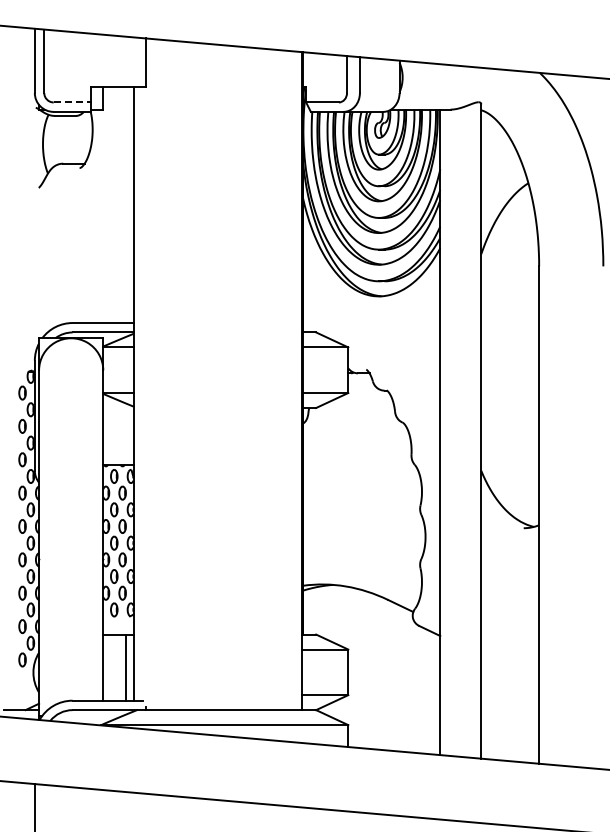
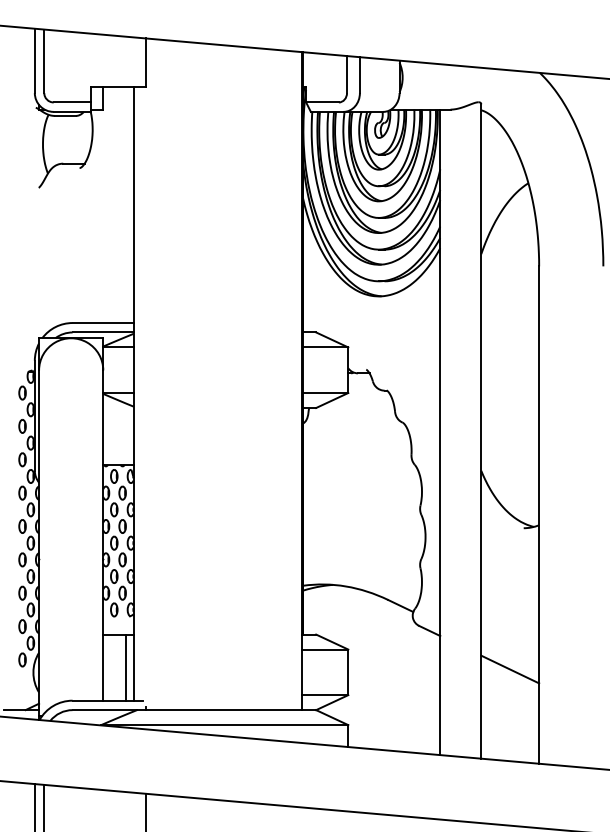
line at (72, 102): dashed -> solid
line at (510, 669): none -> present
line at (44, 806): none -> present
line at (146, 810): none -> present
